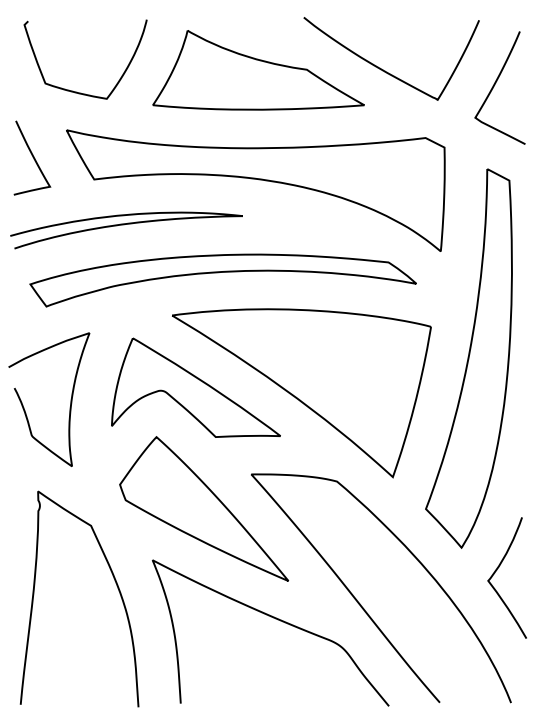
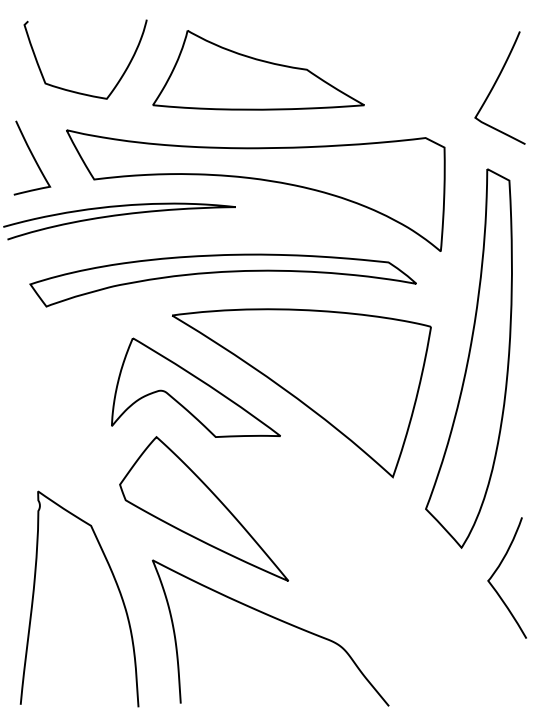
curve at (385, 70): present -> none
curve at (124, 225) position: (124, 225) -> (117, 216)
curve at (70, 399): present -> none
curve at (361, 604): present -> none
